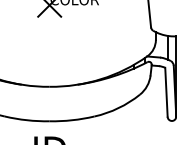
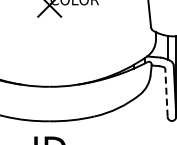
line at (166, 91): solid -> dashed
